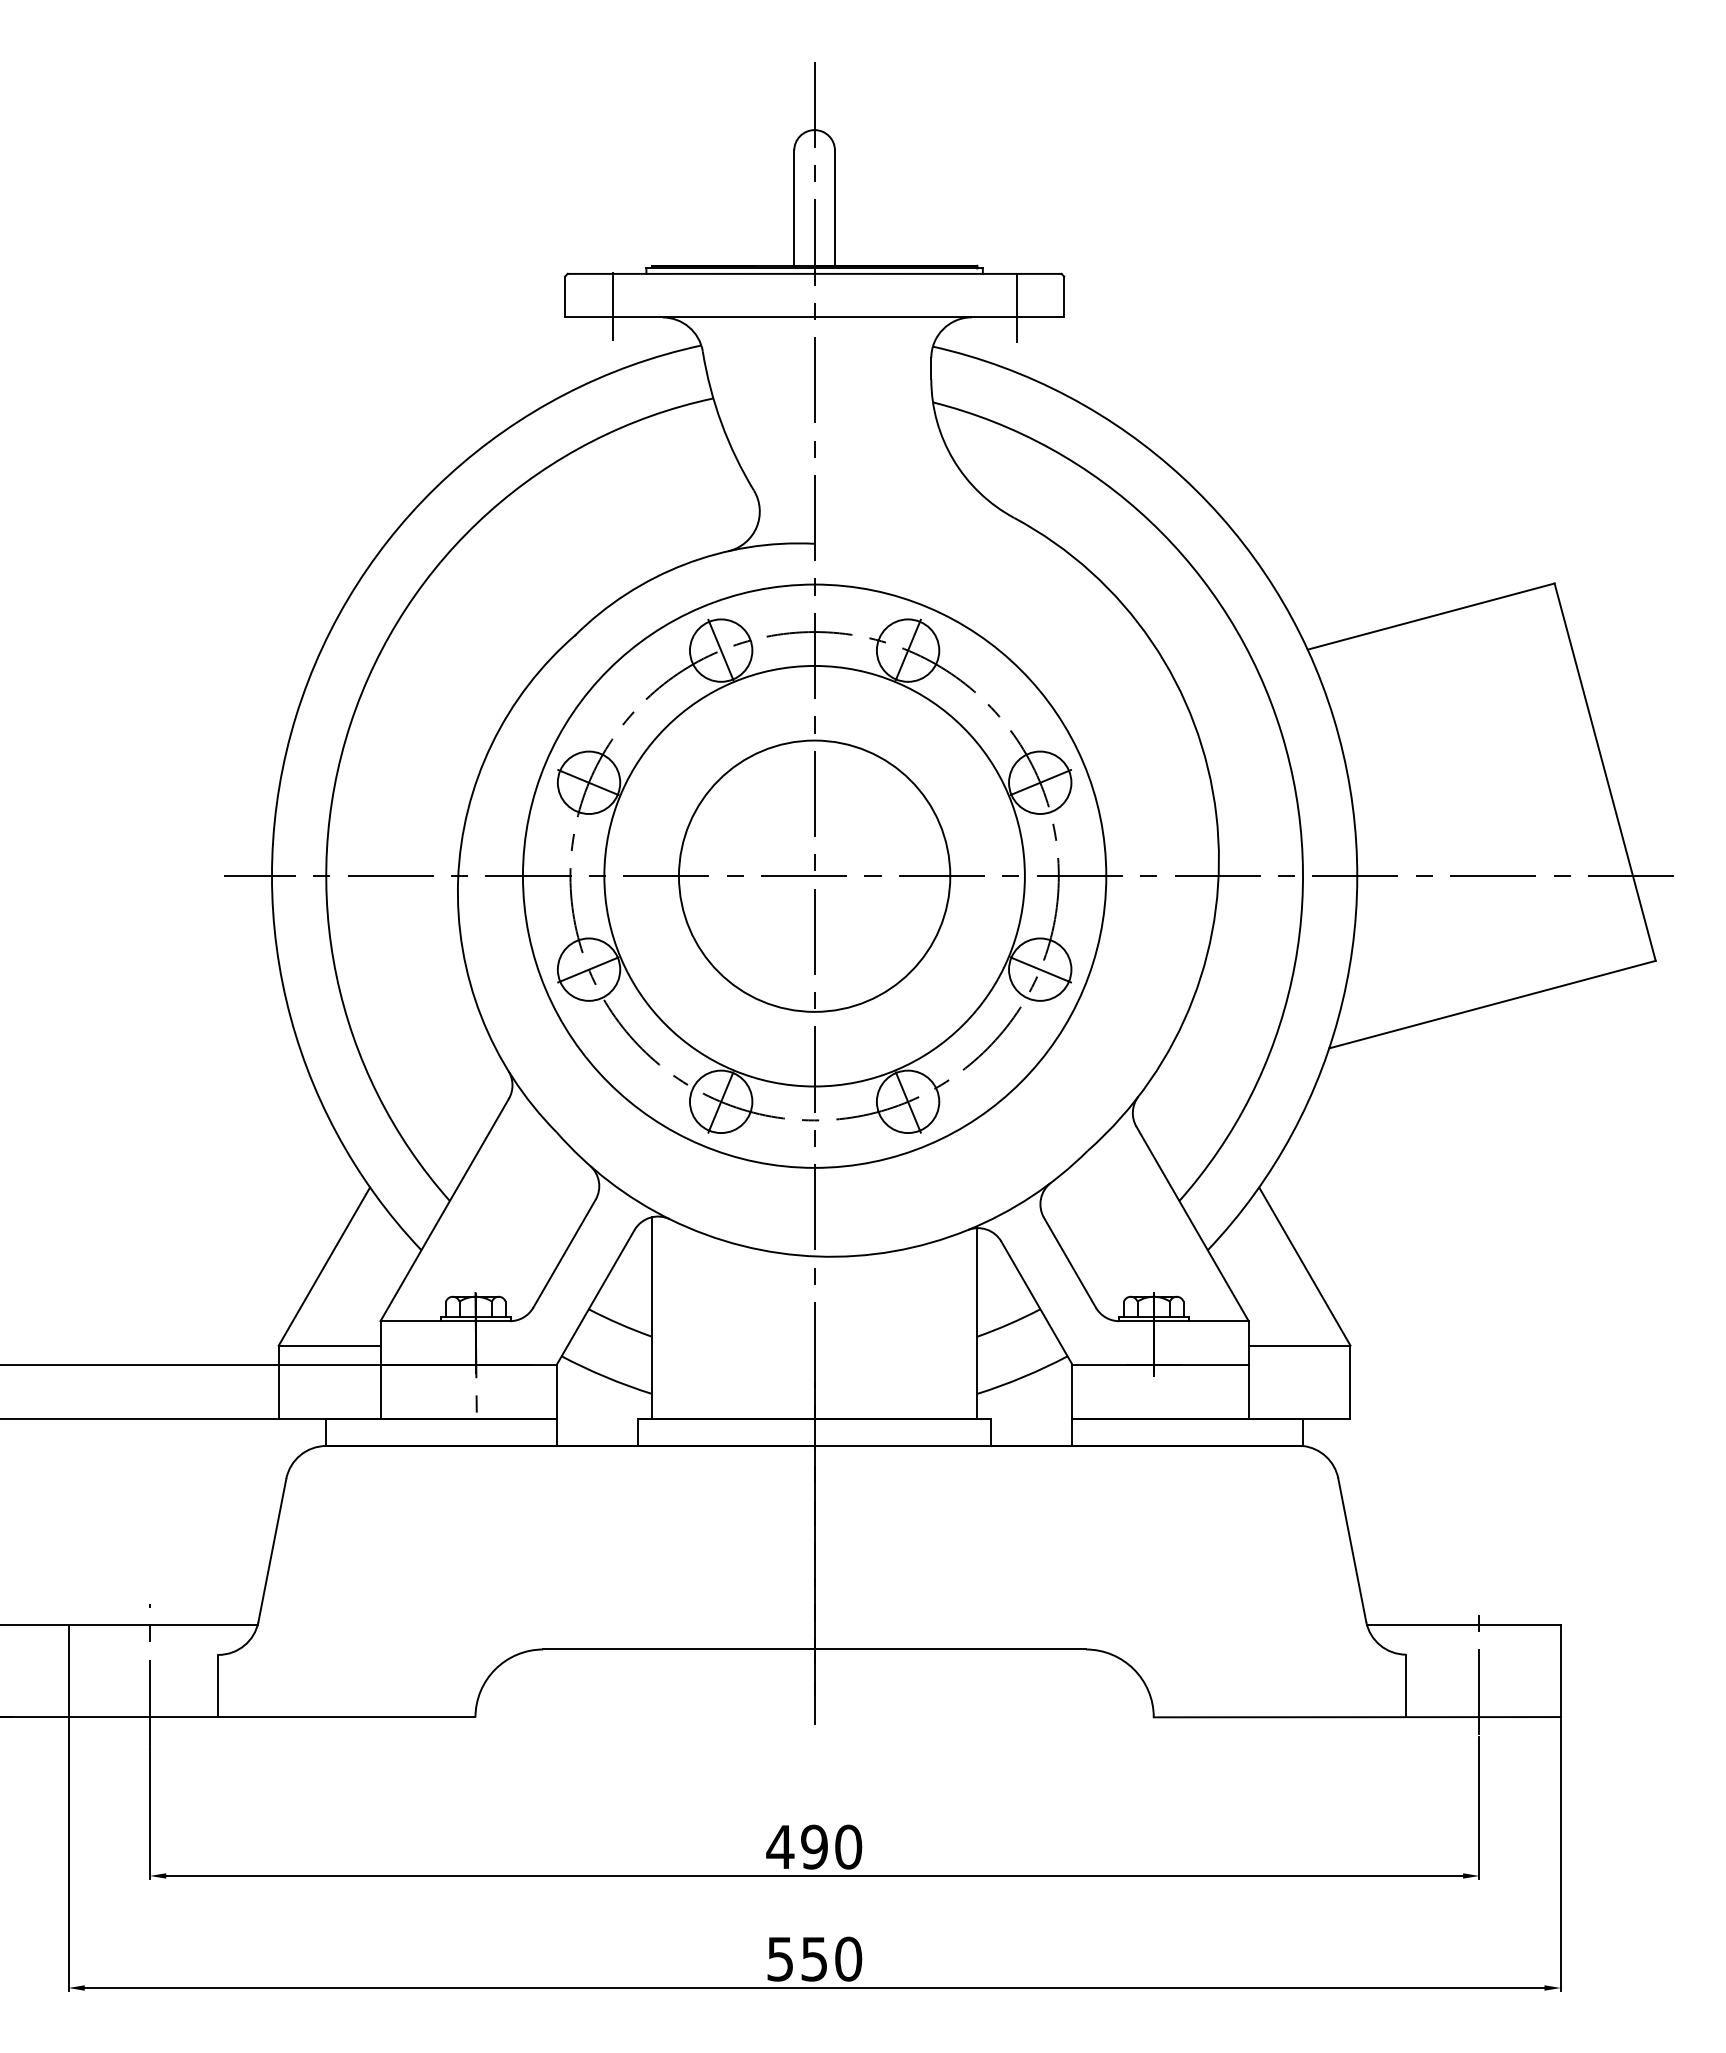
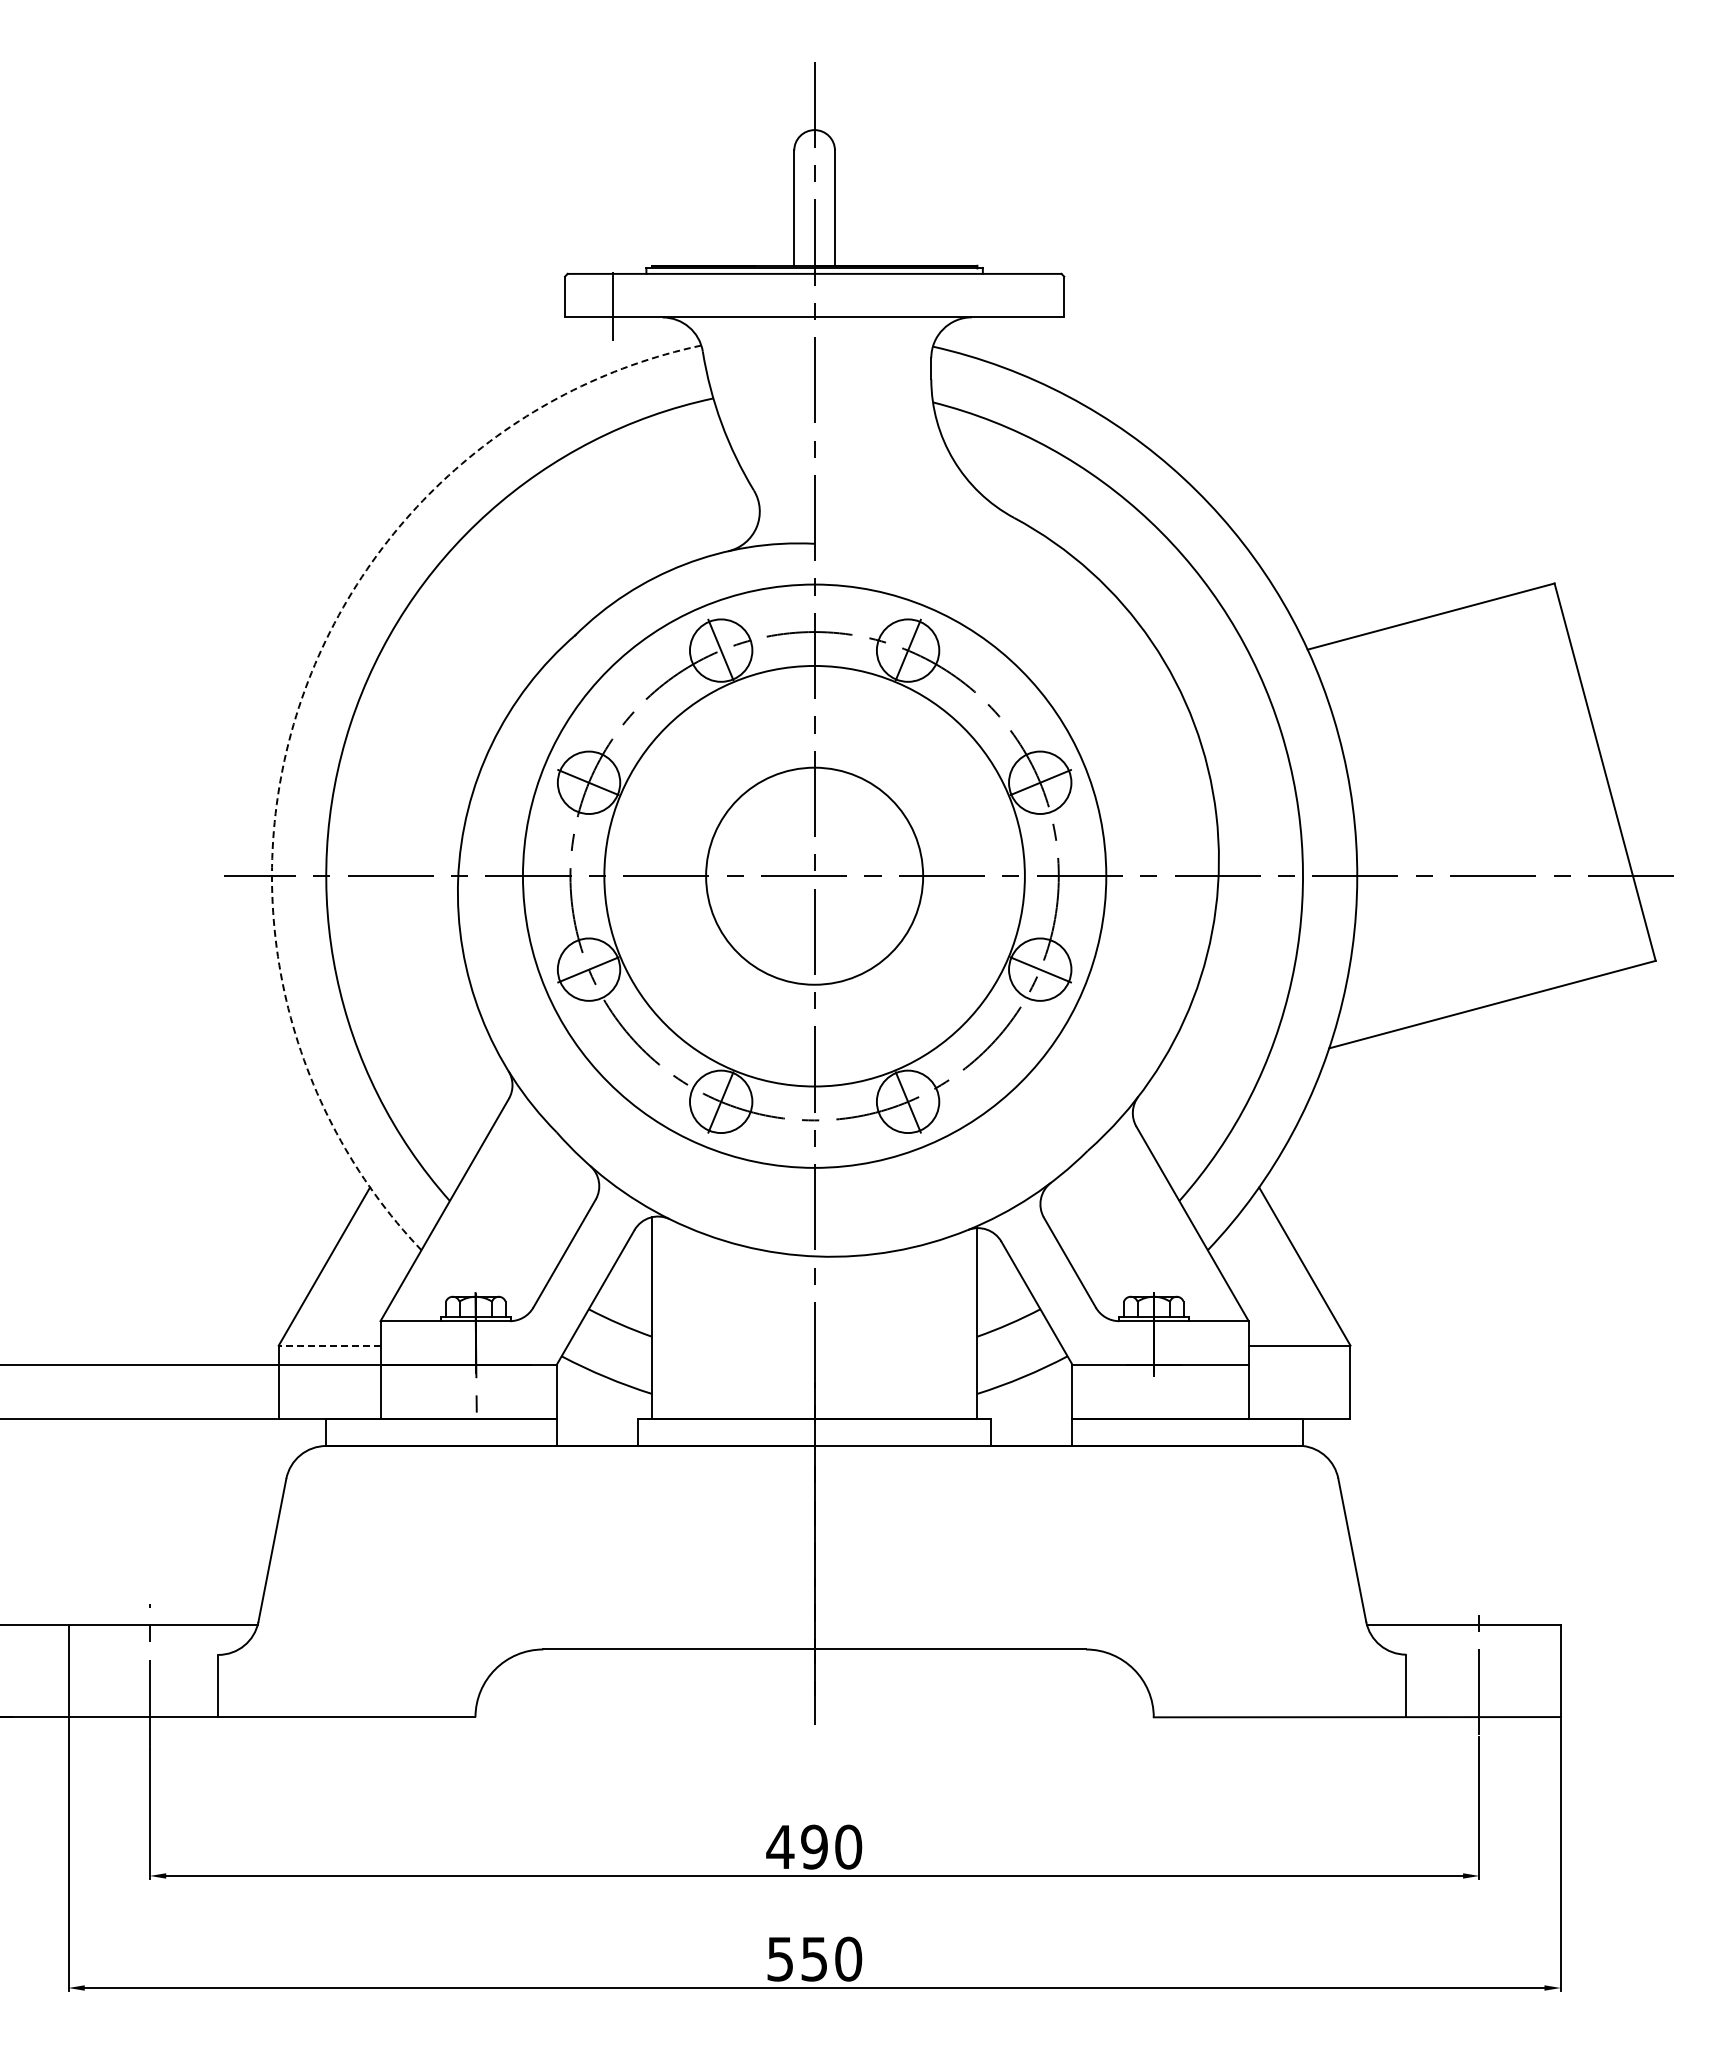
line at (1016, 307): present -> none
arc at (296, 715): solid -> dashed
circle at (814, 875) diameter: 271 px -> 217 px
line at (329, 1345): solid -> dashed
